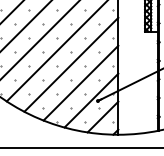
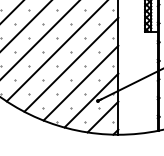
line at (81, 148): present -> none
